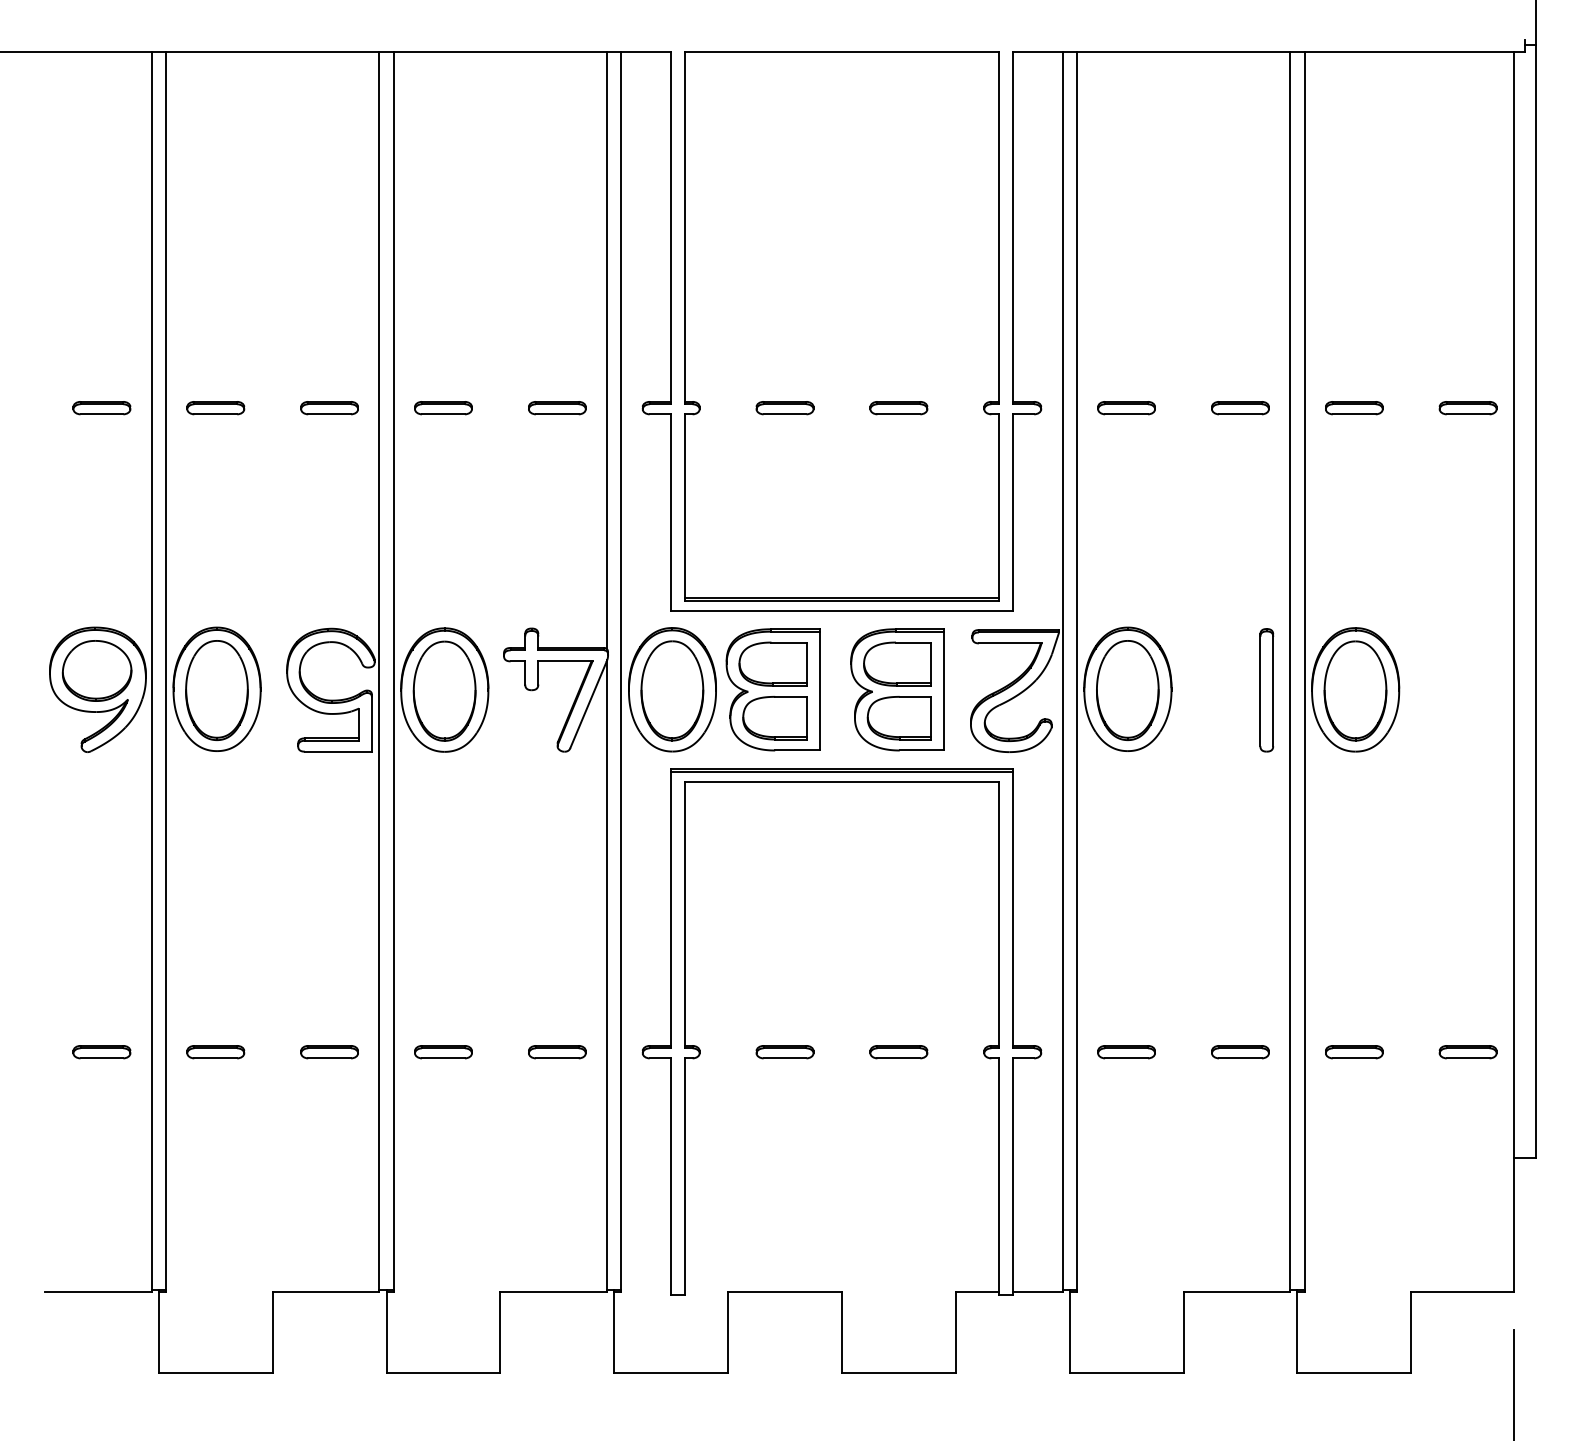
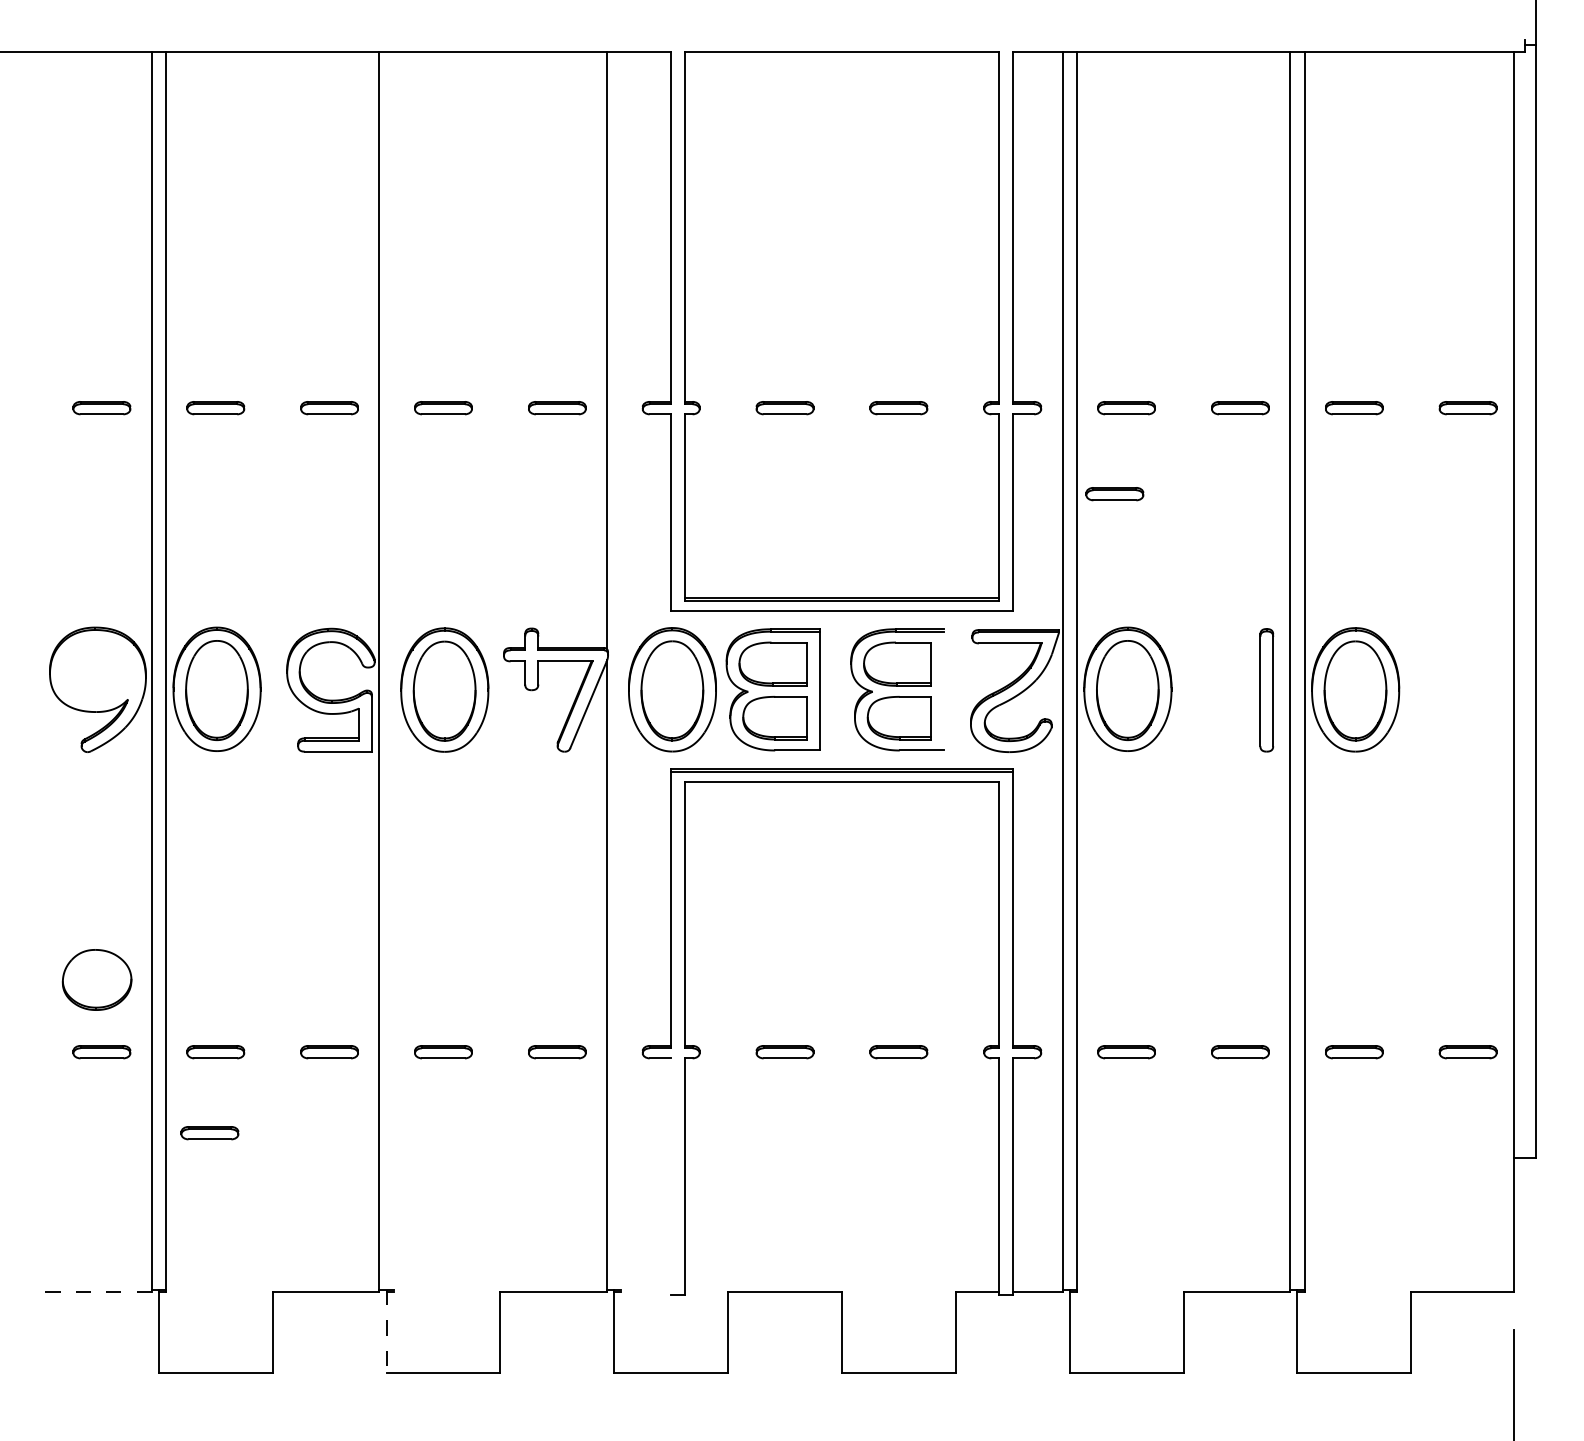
part at (1114, 494): none -> present
part at (96, 670) position: (96, 670) -> (96, 979)
line at (393, 672): present -> none
line at (621, 672): present -> none
line at (944, 689): present -> none
part at (209, 1133): none -> present
line at (671, 1176): present -> none
line at (97, 1292): solid -> dashed
line at (386, 1332): solid -> dashed
